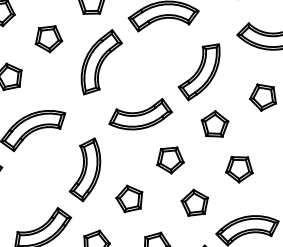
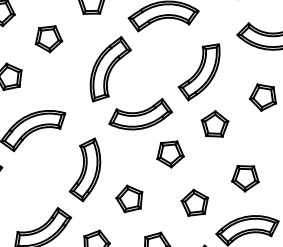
part at (101, 62) position: (101, 62) -> (110, 69)
part at (170, 160) position: (170, 160) -> (170, 154)
part at (239, 169) position: (239, 169) -> (245, 178)
